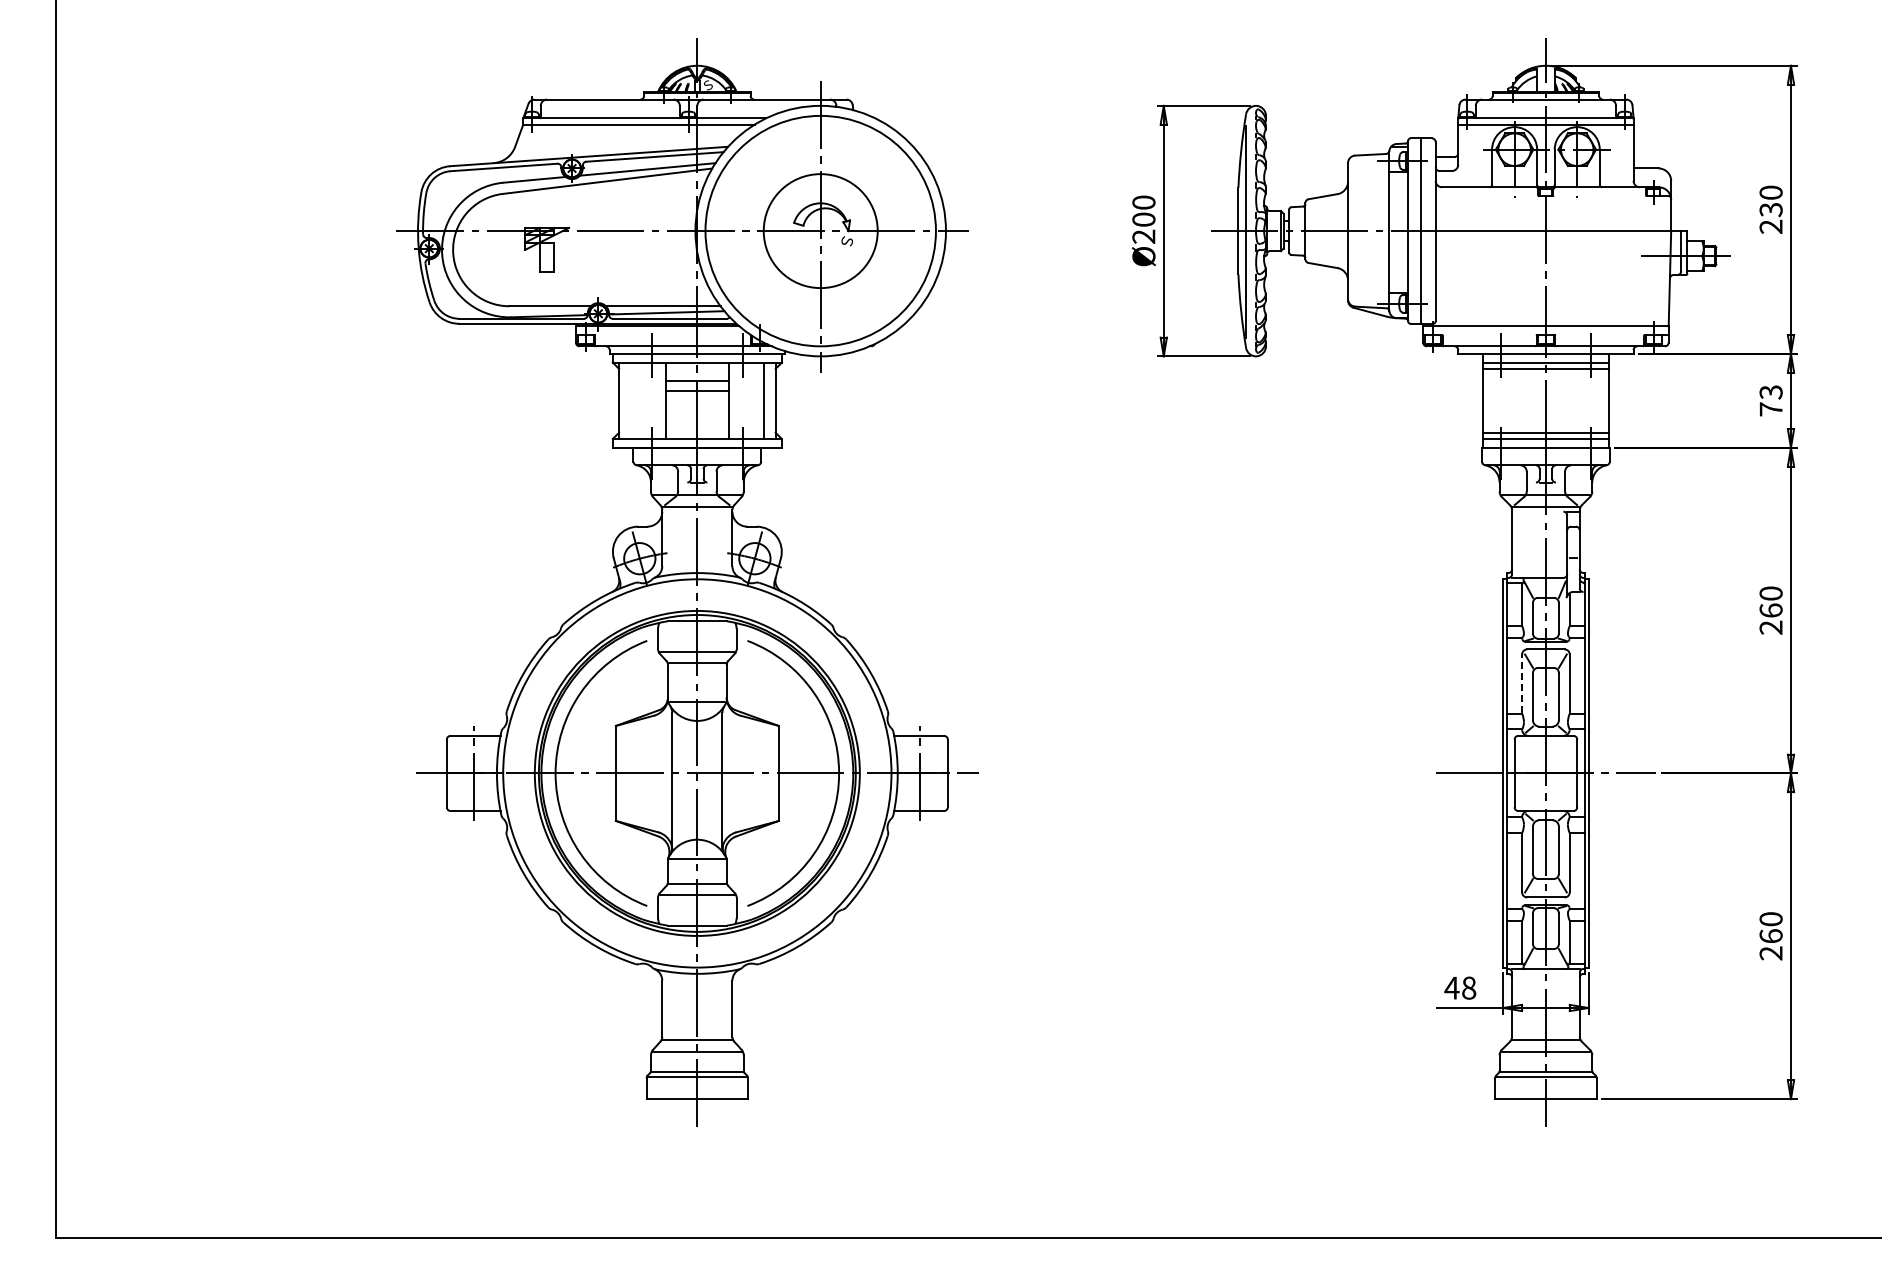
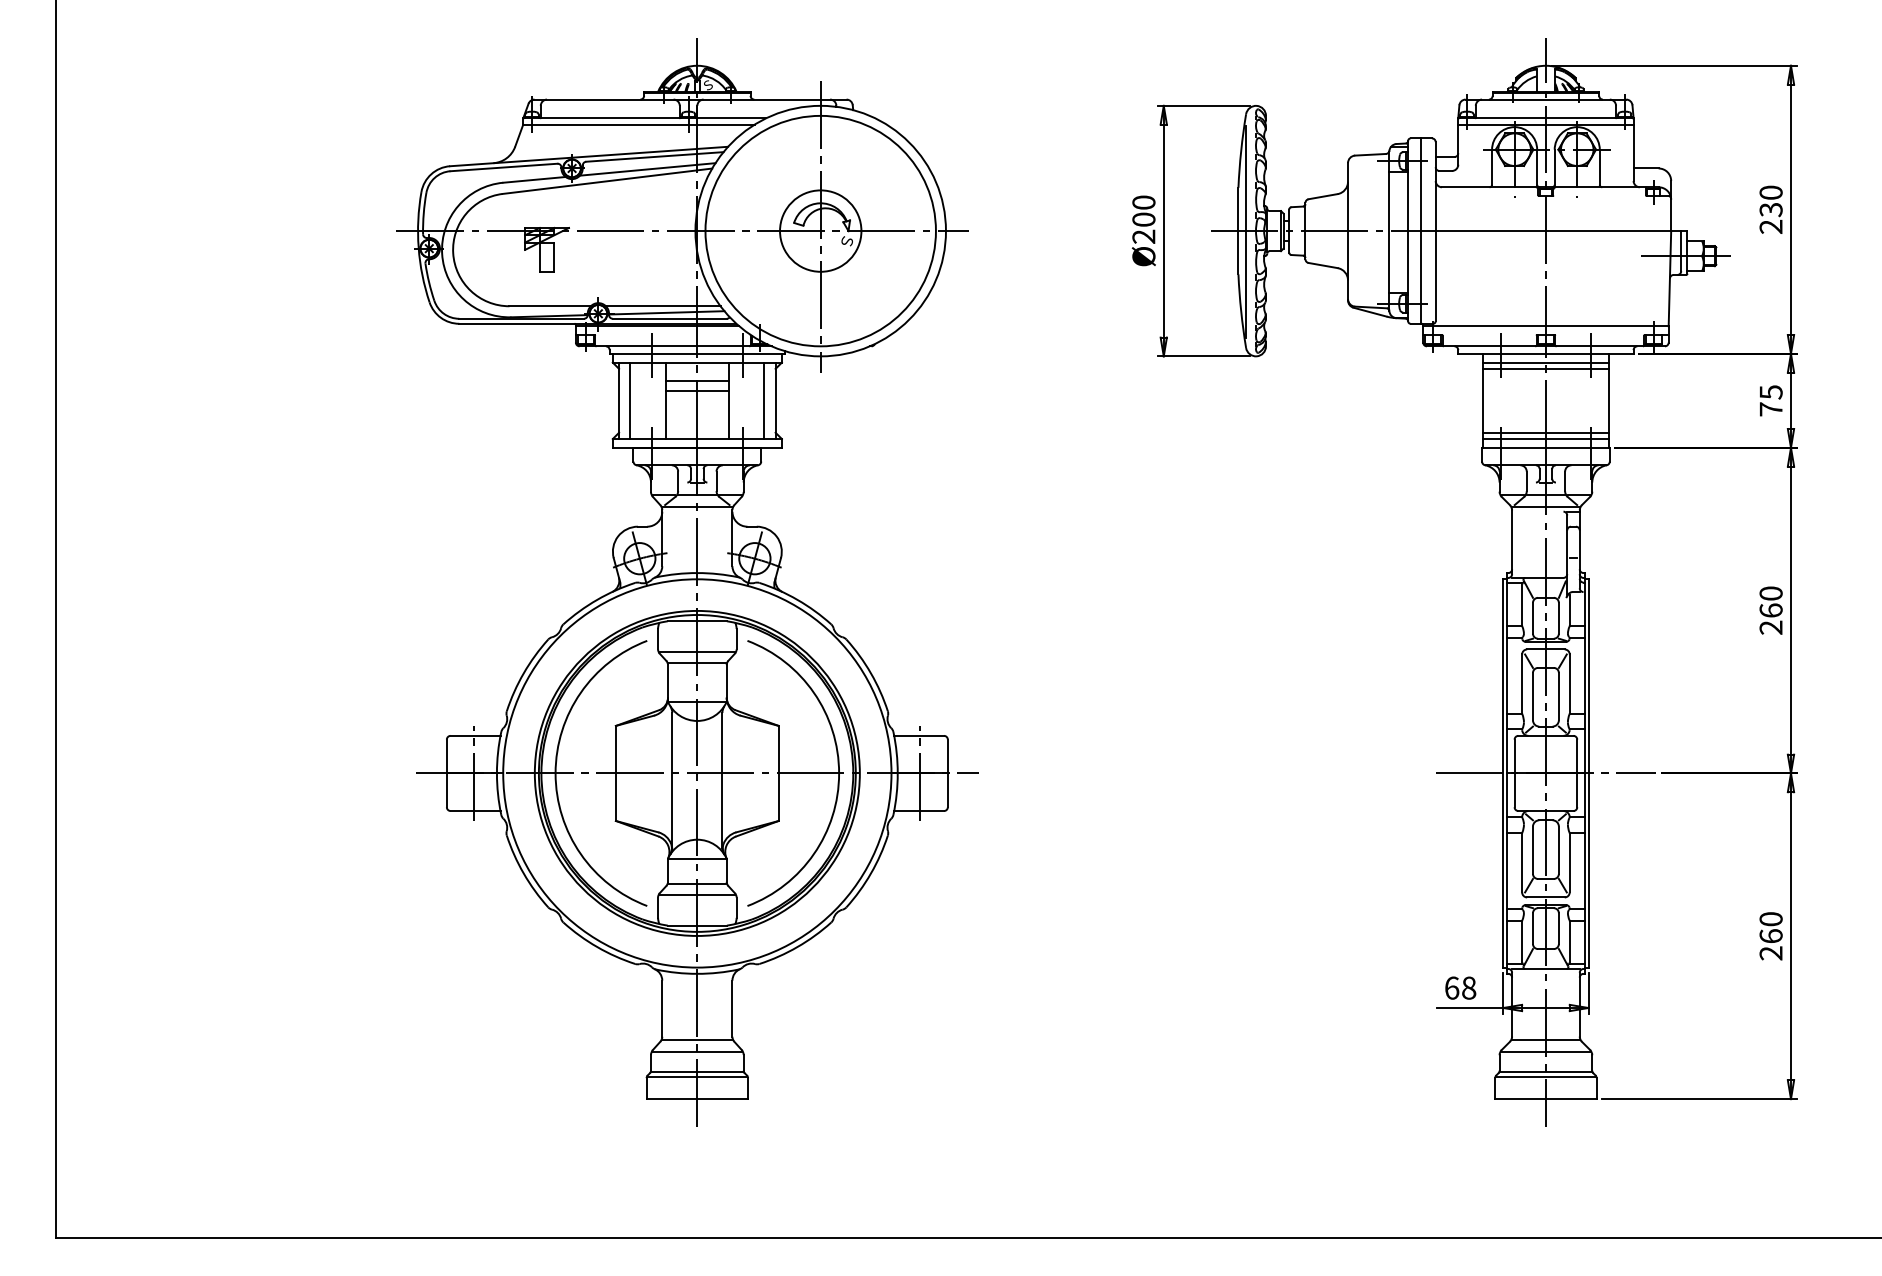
circle at (820, 231) diameter: 114 px -> 81 px
text at (1770, 391): 73 -> 75
line at (630, 400): none -> present
line at (1522, 683): dashed -> solid
text at (1451, 987): 48 -> 68
